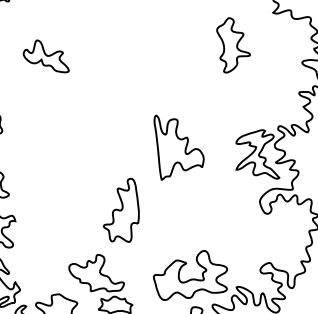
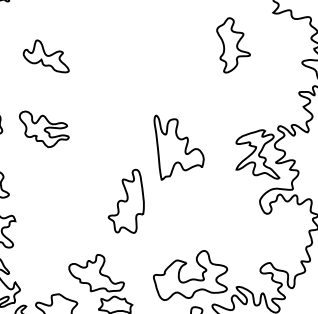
part at (44, 128): none -> present
part at (120, 209) position: (120, 209) -> (125, 200)
